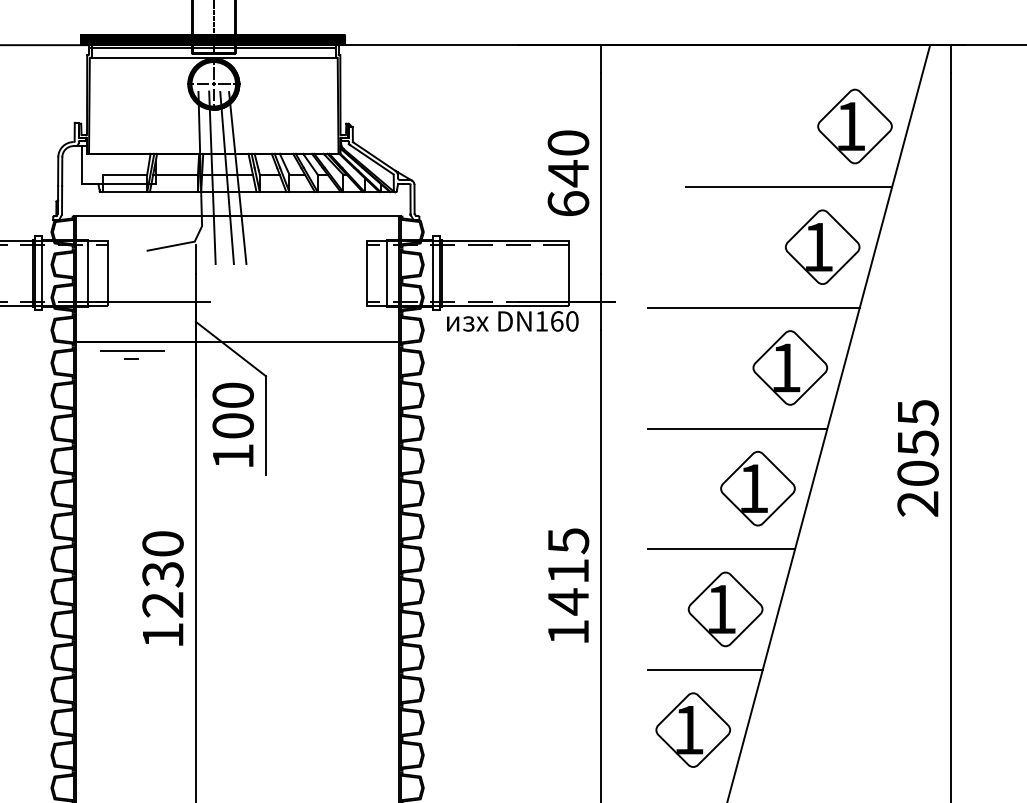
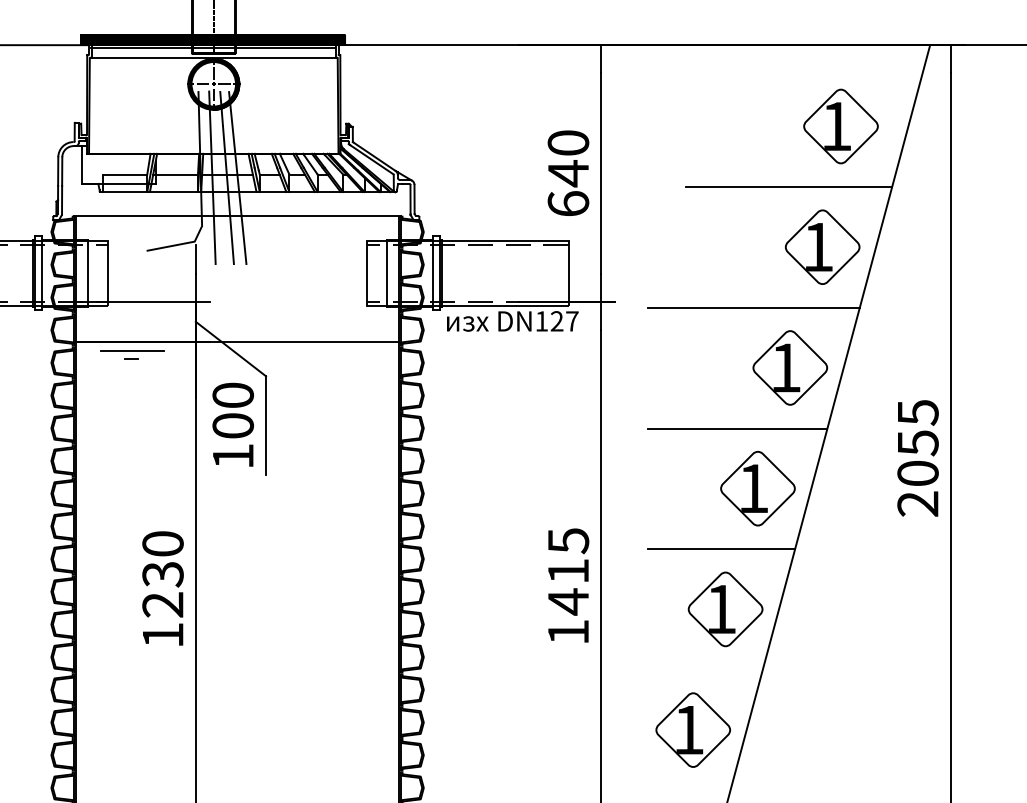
part at (854, 126) position: (854, 126) -> (840, 126)
text at (564, 321): DN160 -> DN127
line at (704, 670): present -> none
